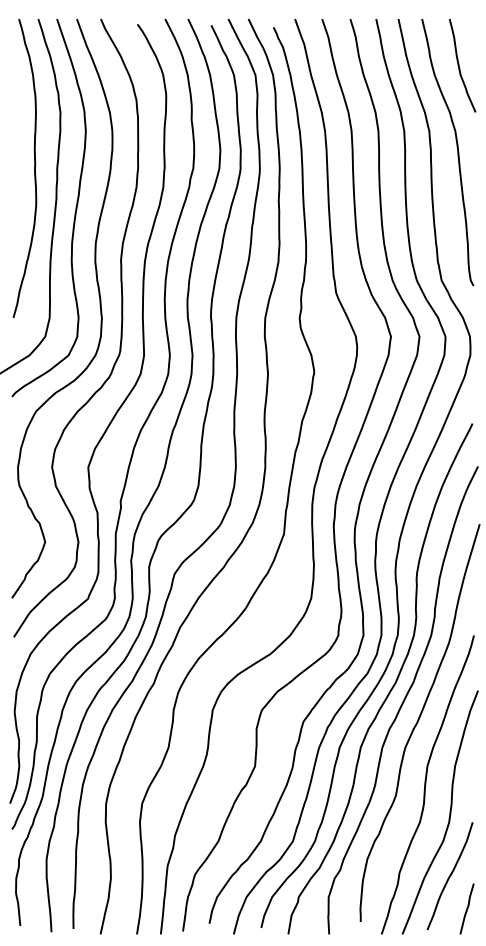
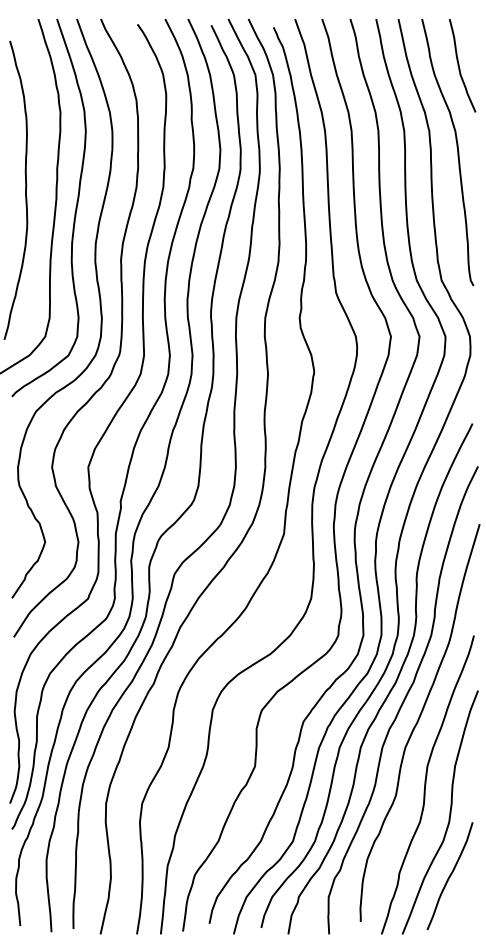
curve at (34, 168) position: (34, 168) -> (25, 190)
line at (466, 908): present -> none
